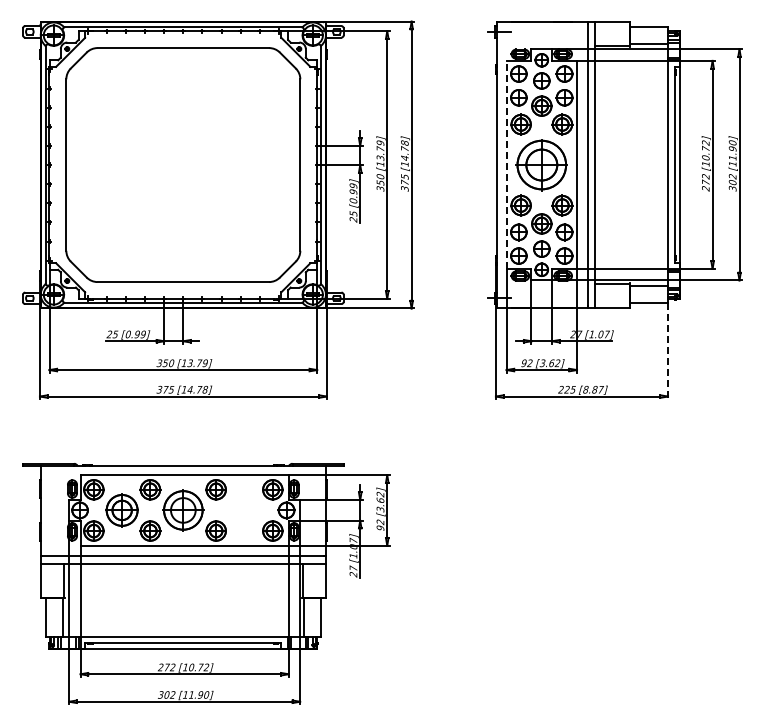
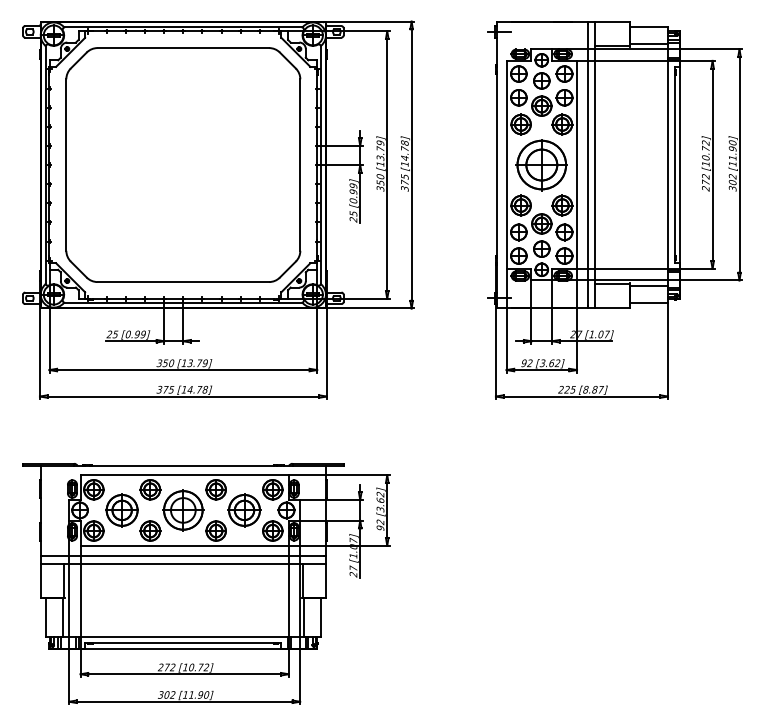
line at (506, 164): dashed -> solid
line at (668, 351): dashed -> solid
part at (244, 510): none -> present
